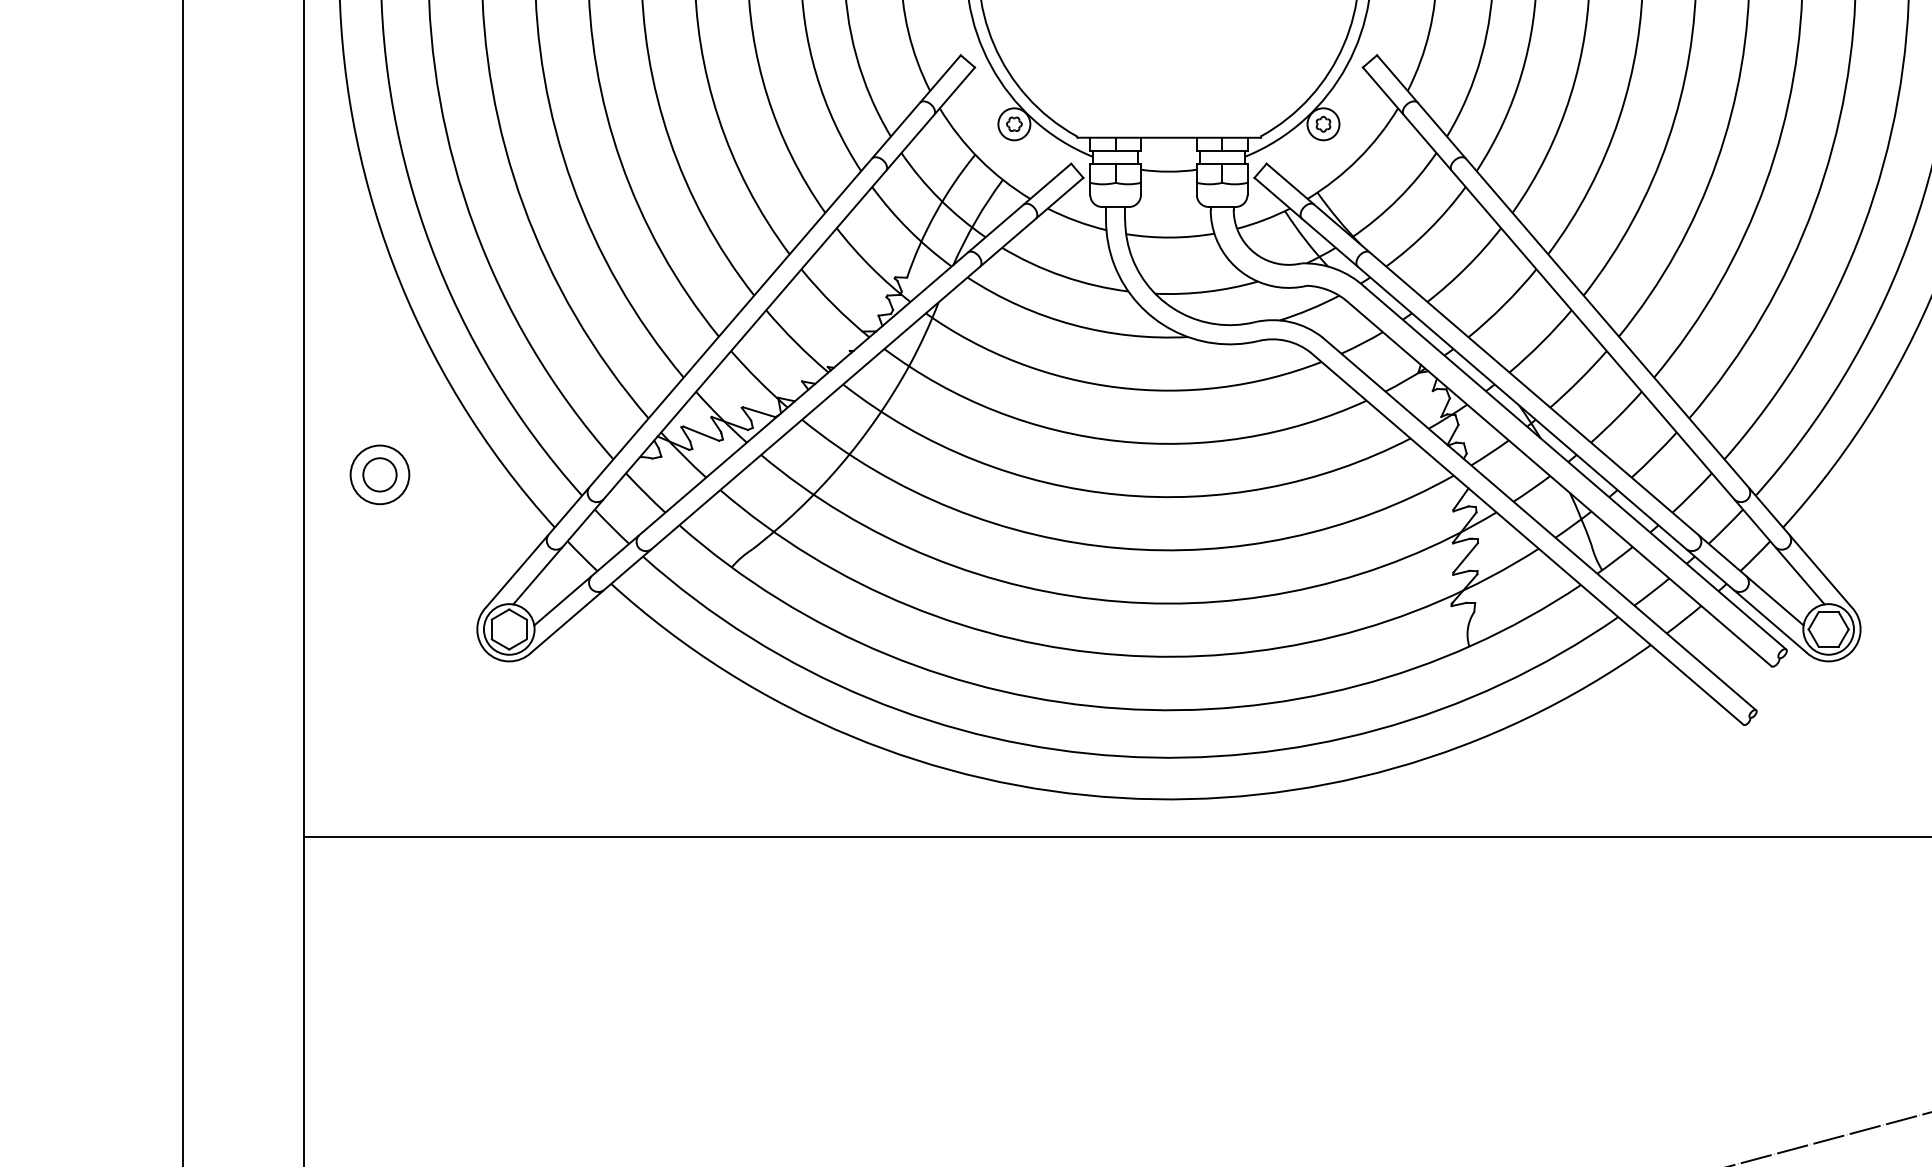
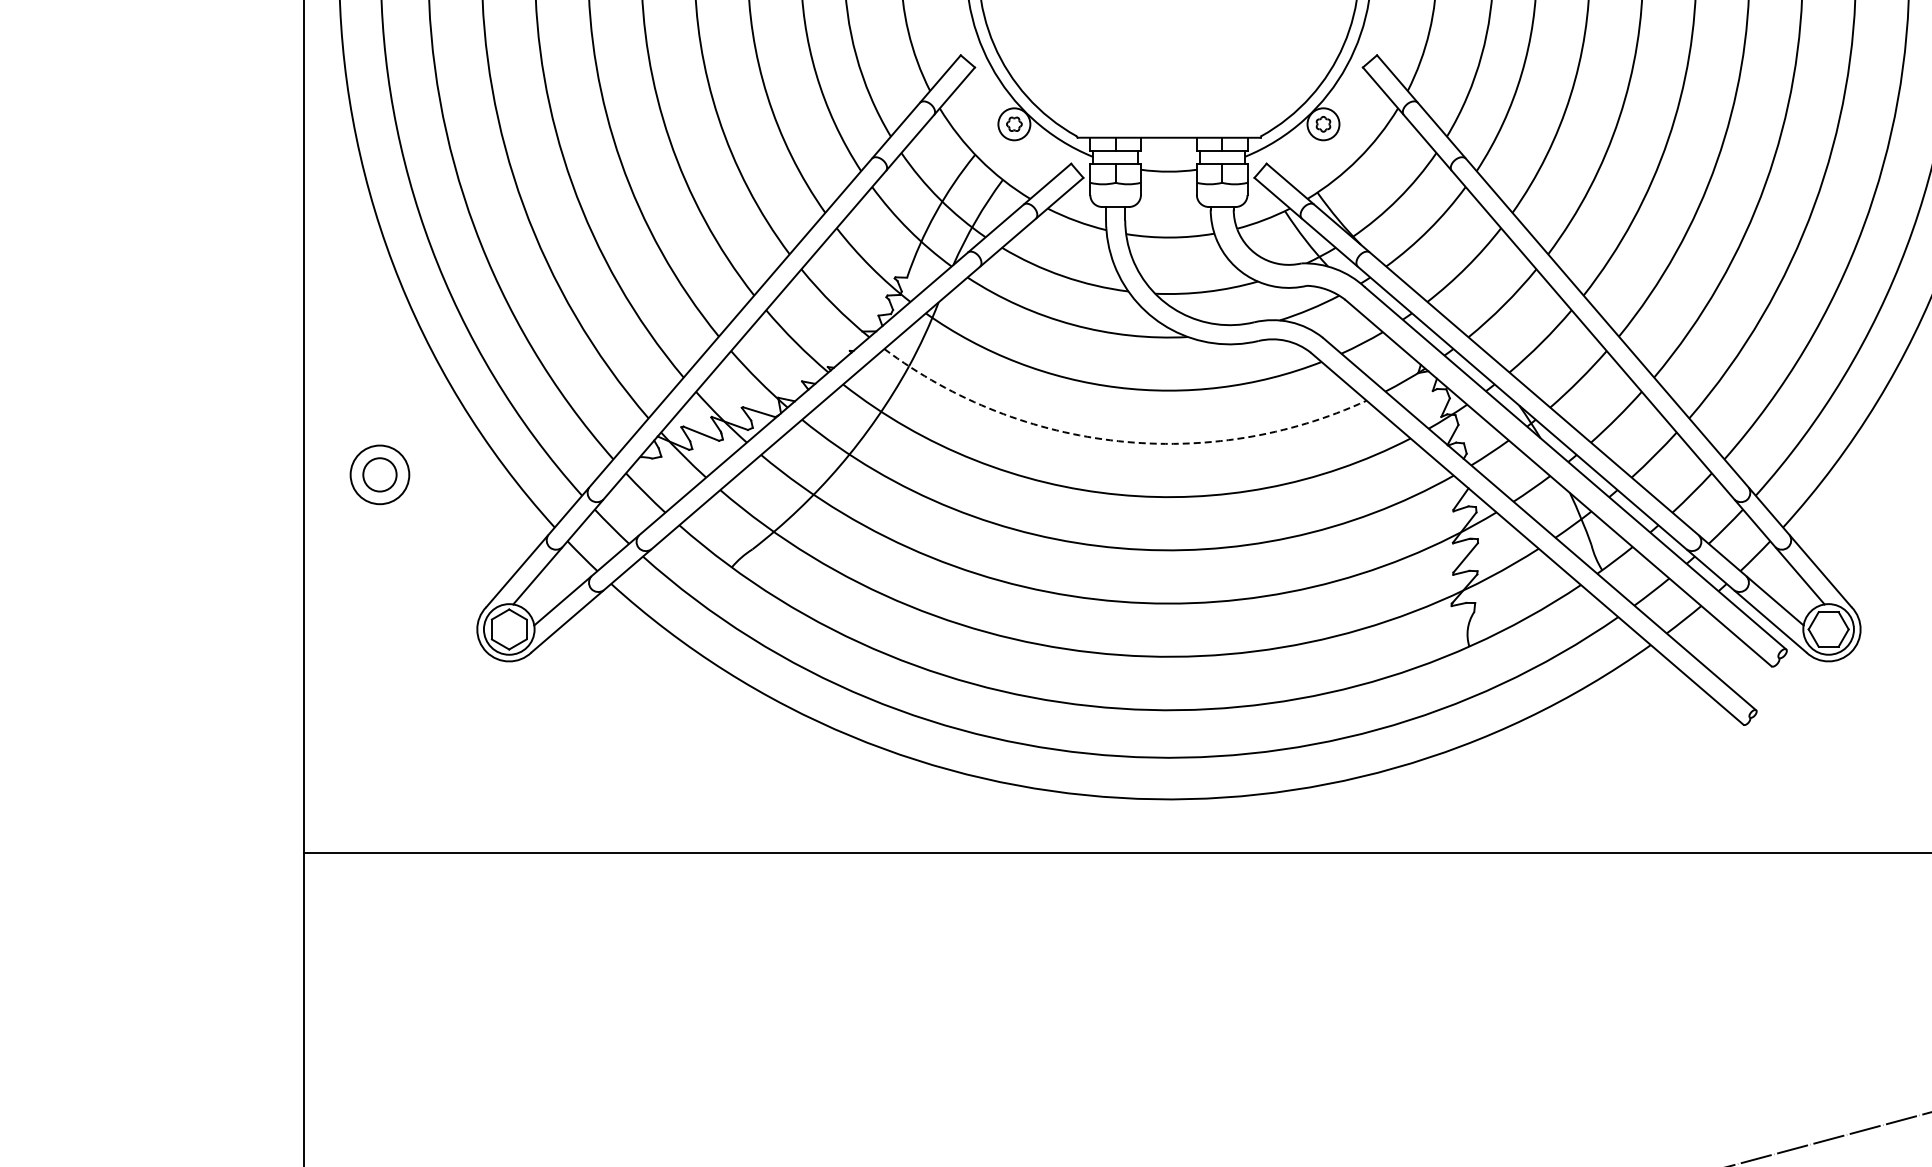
arc at (1118, 441): solid -> dashed
line at (183, 582): present -> none
line at (1115, 836) position: (1115, 836) -> (1115, 852)
